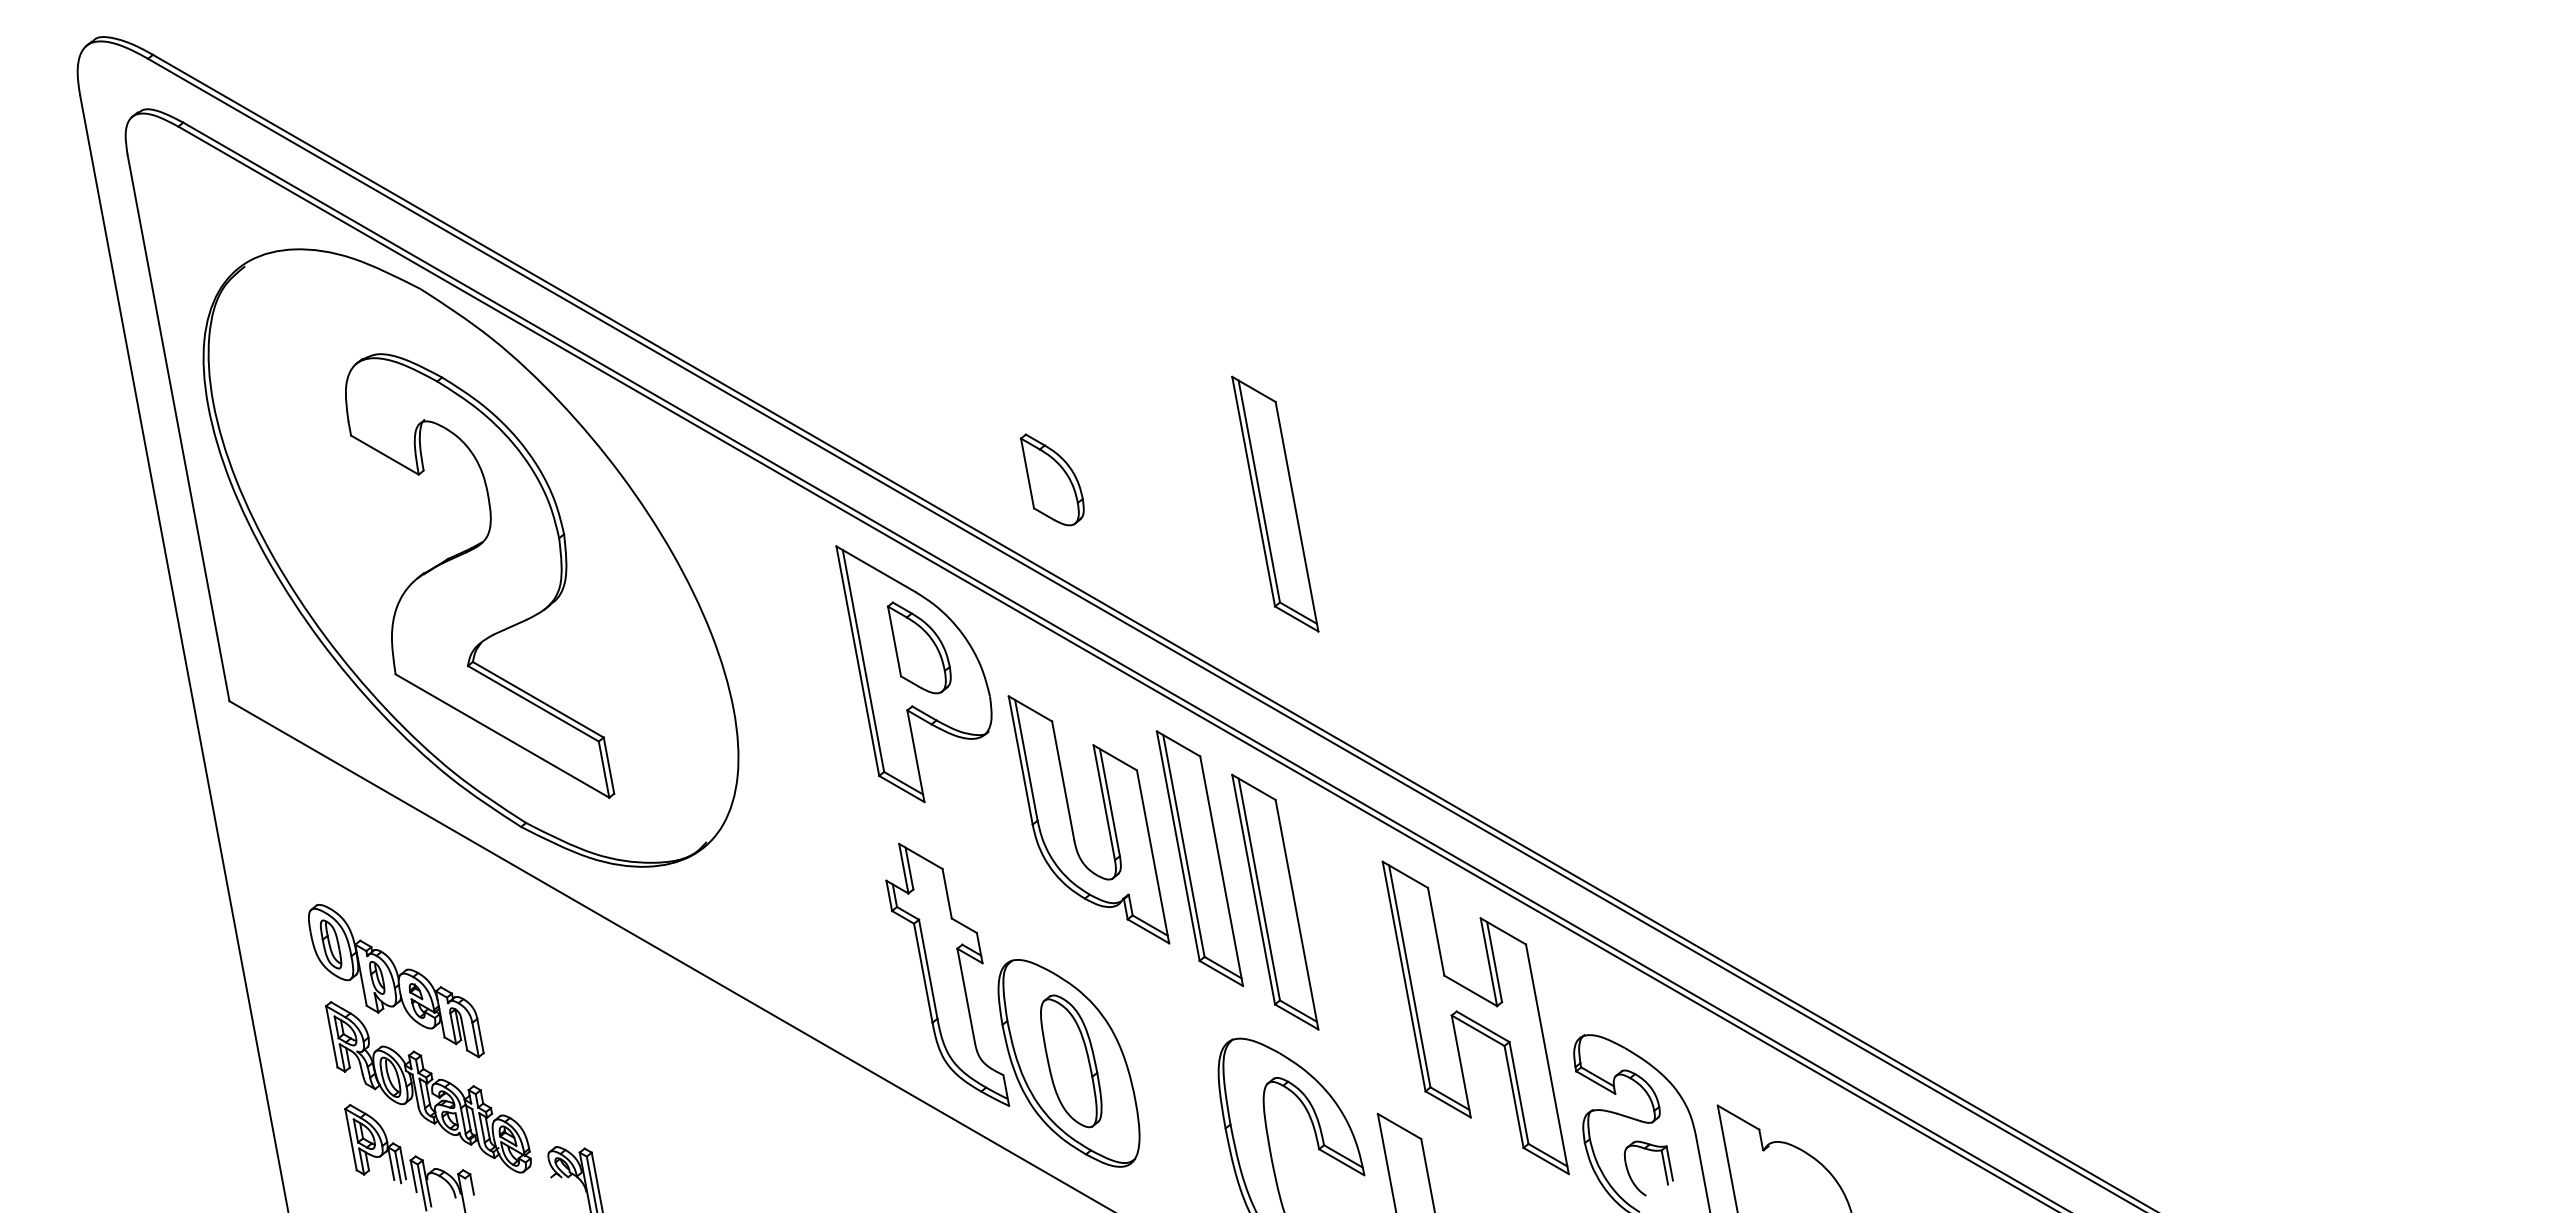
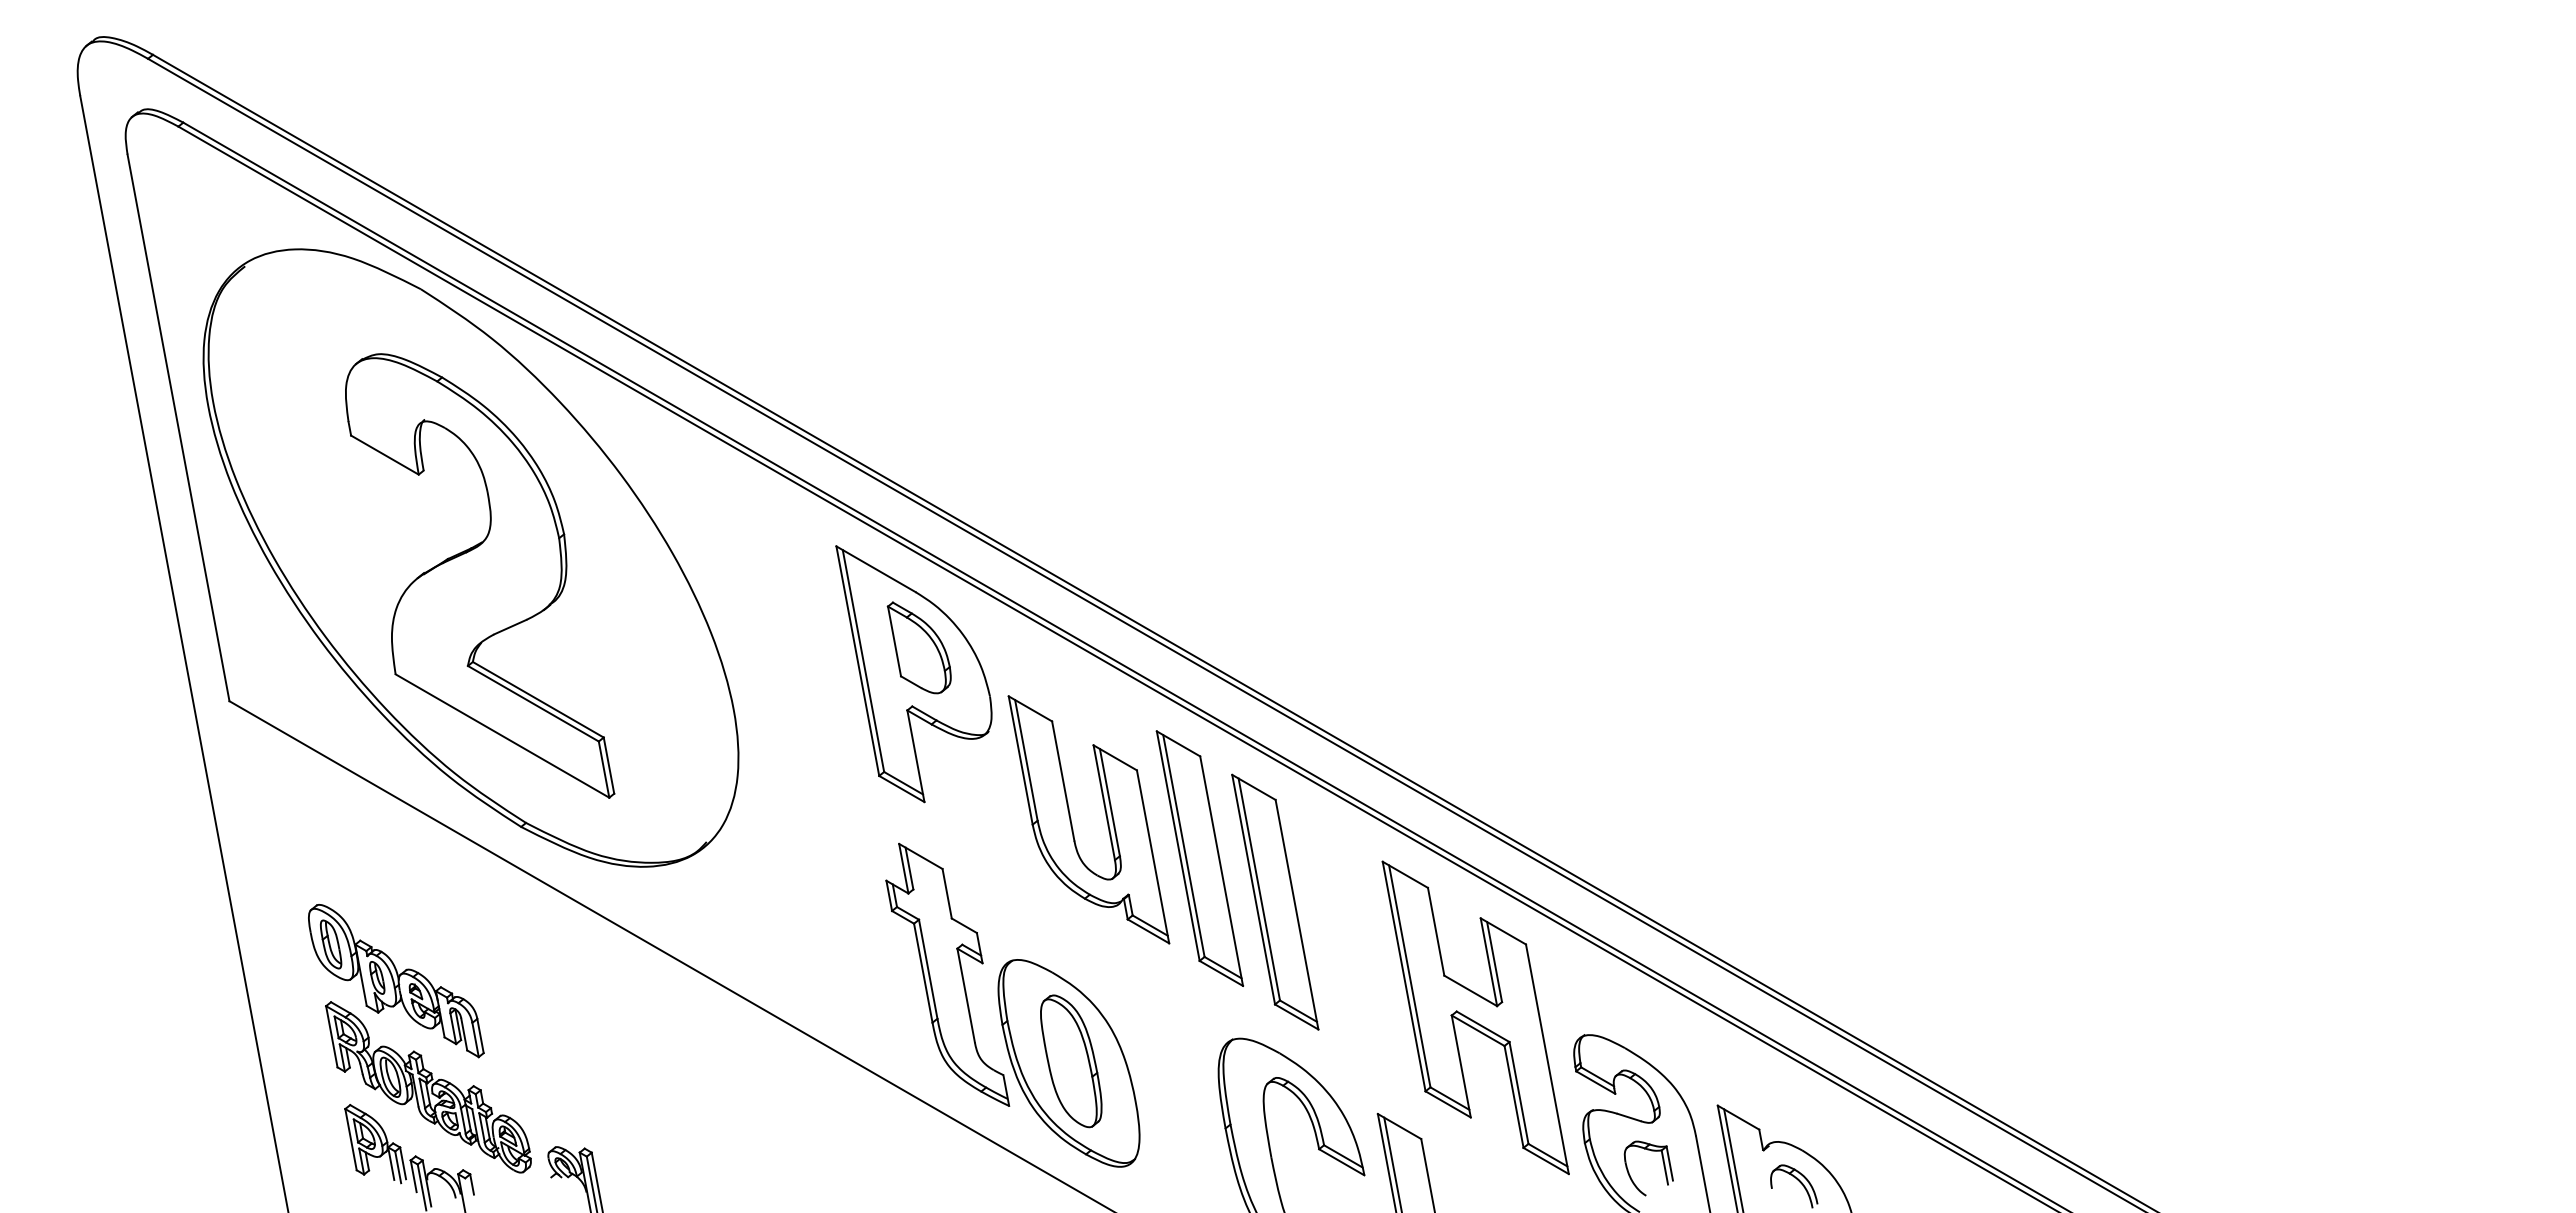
part at (1051, 479): present -> none
part at (1275, 503): present -> none
line at (1733, 1159): none -> present
line at (1392, 1163): none -> present
part at (1798, 1181): none -> present
